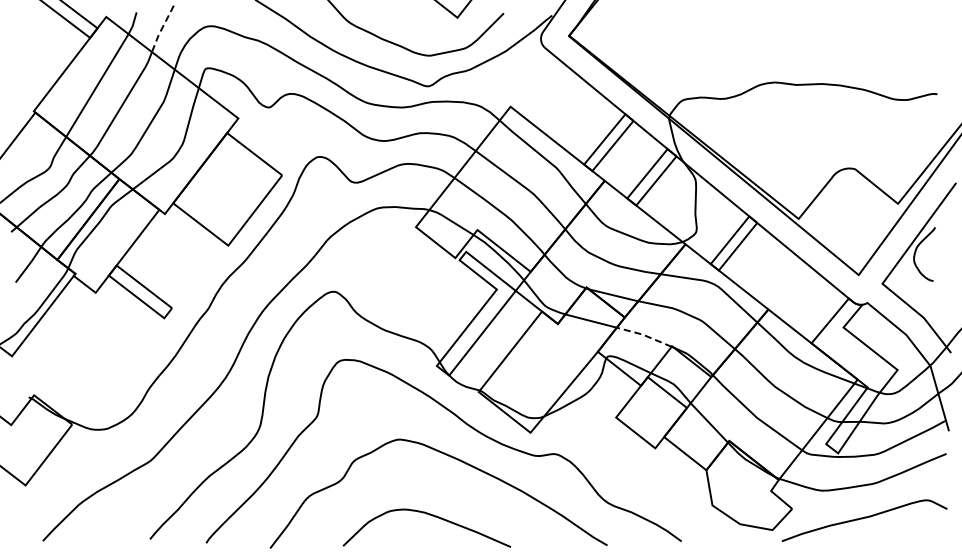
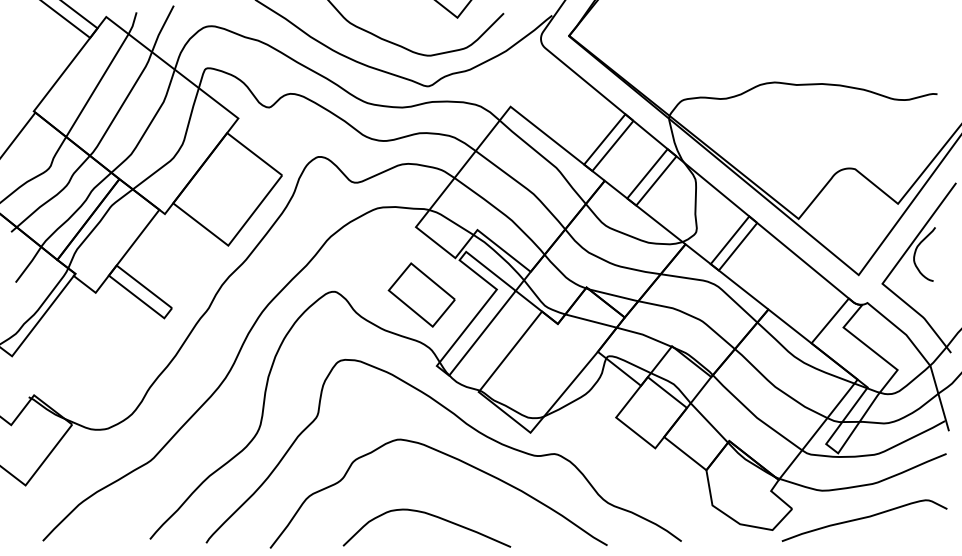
line at (161, 29): dashed -> solid
part at (421, 294): none -> present
line at (644, 335): dashed -> solid
